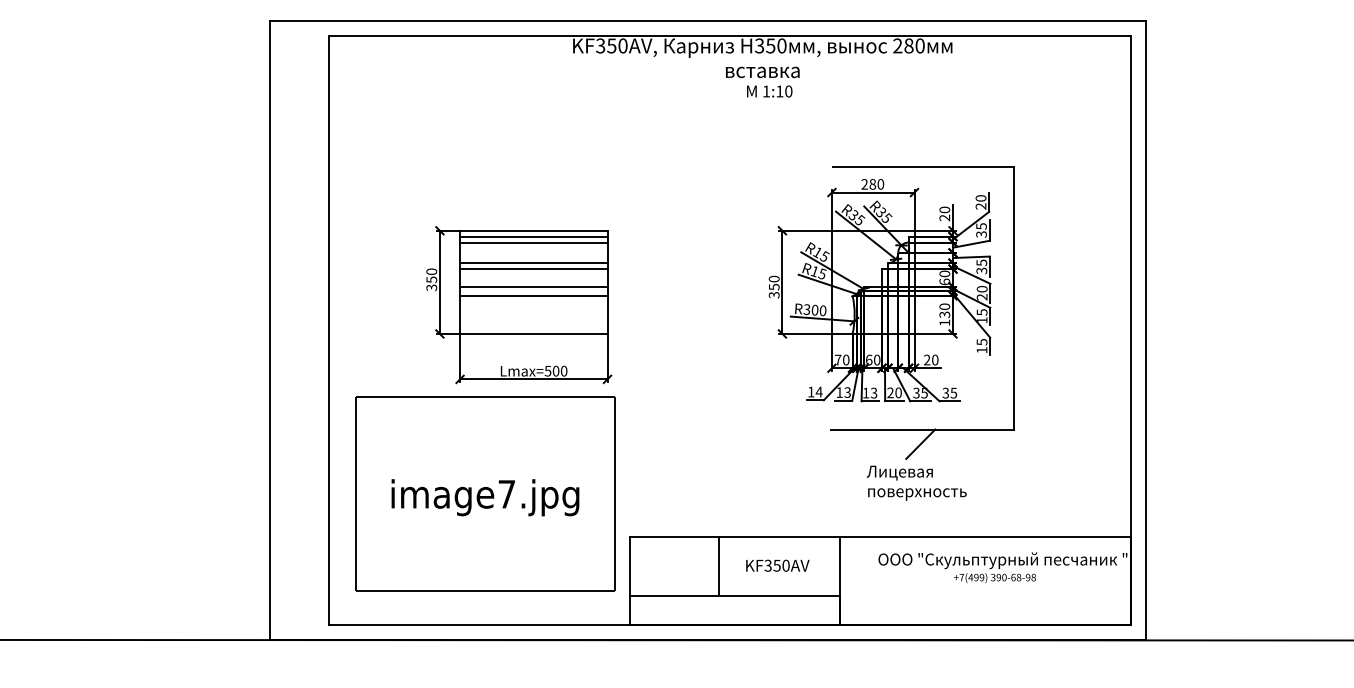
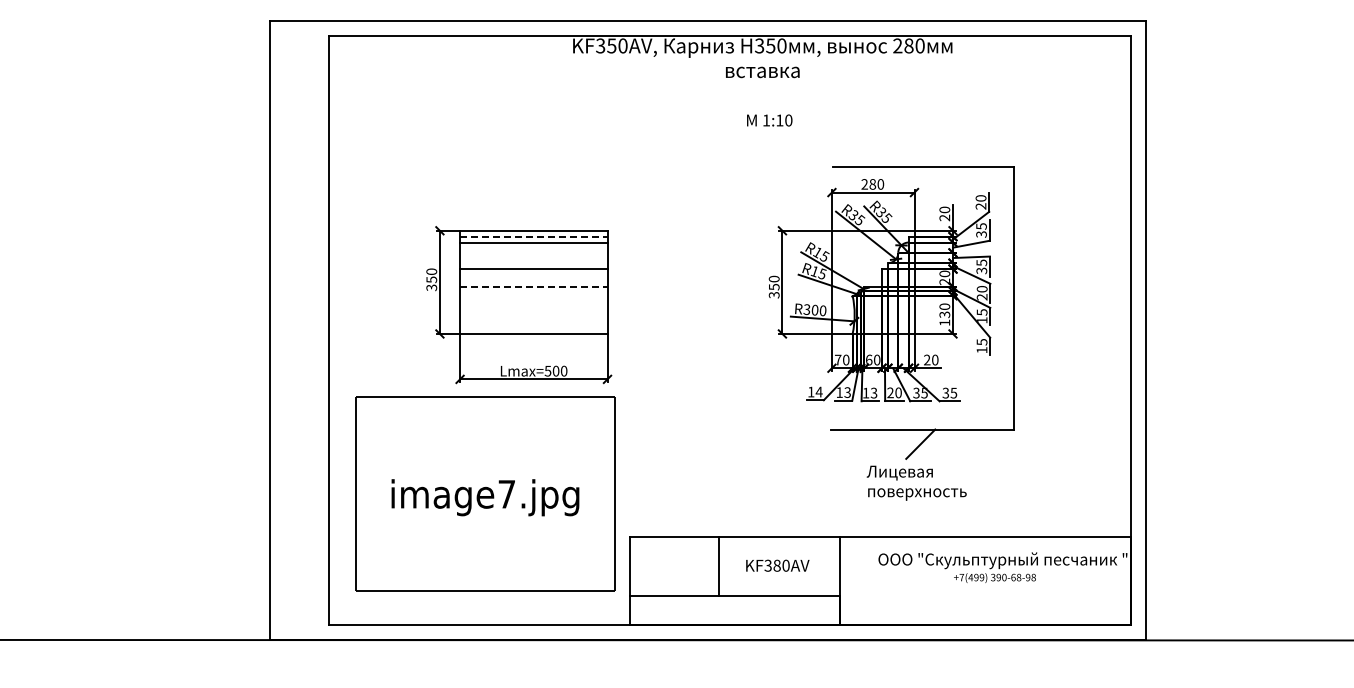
text at (769, 91) position: (769, 91) -> (769, 120)
line at (533, 236): solid -> dashed
line at (533, 263): present -> none
text at (944, 281): 60 -> 20
line at (533, 286): solid -> dashed
line at (533, 295): present -> none
text at (776, 565): KF350AV -> KF380AV
